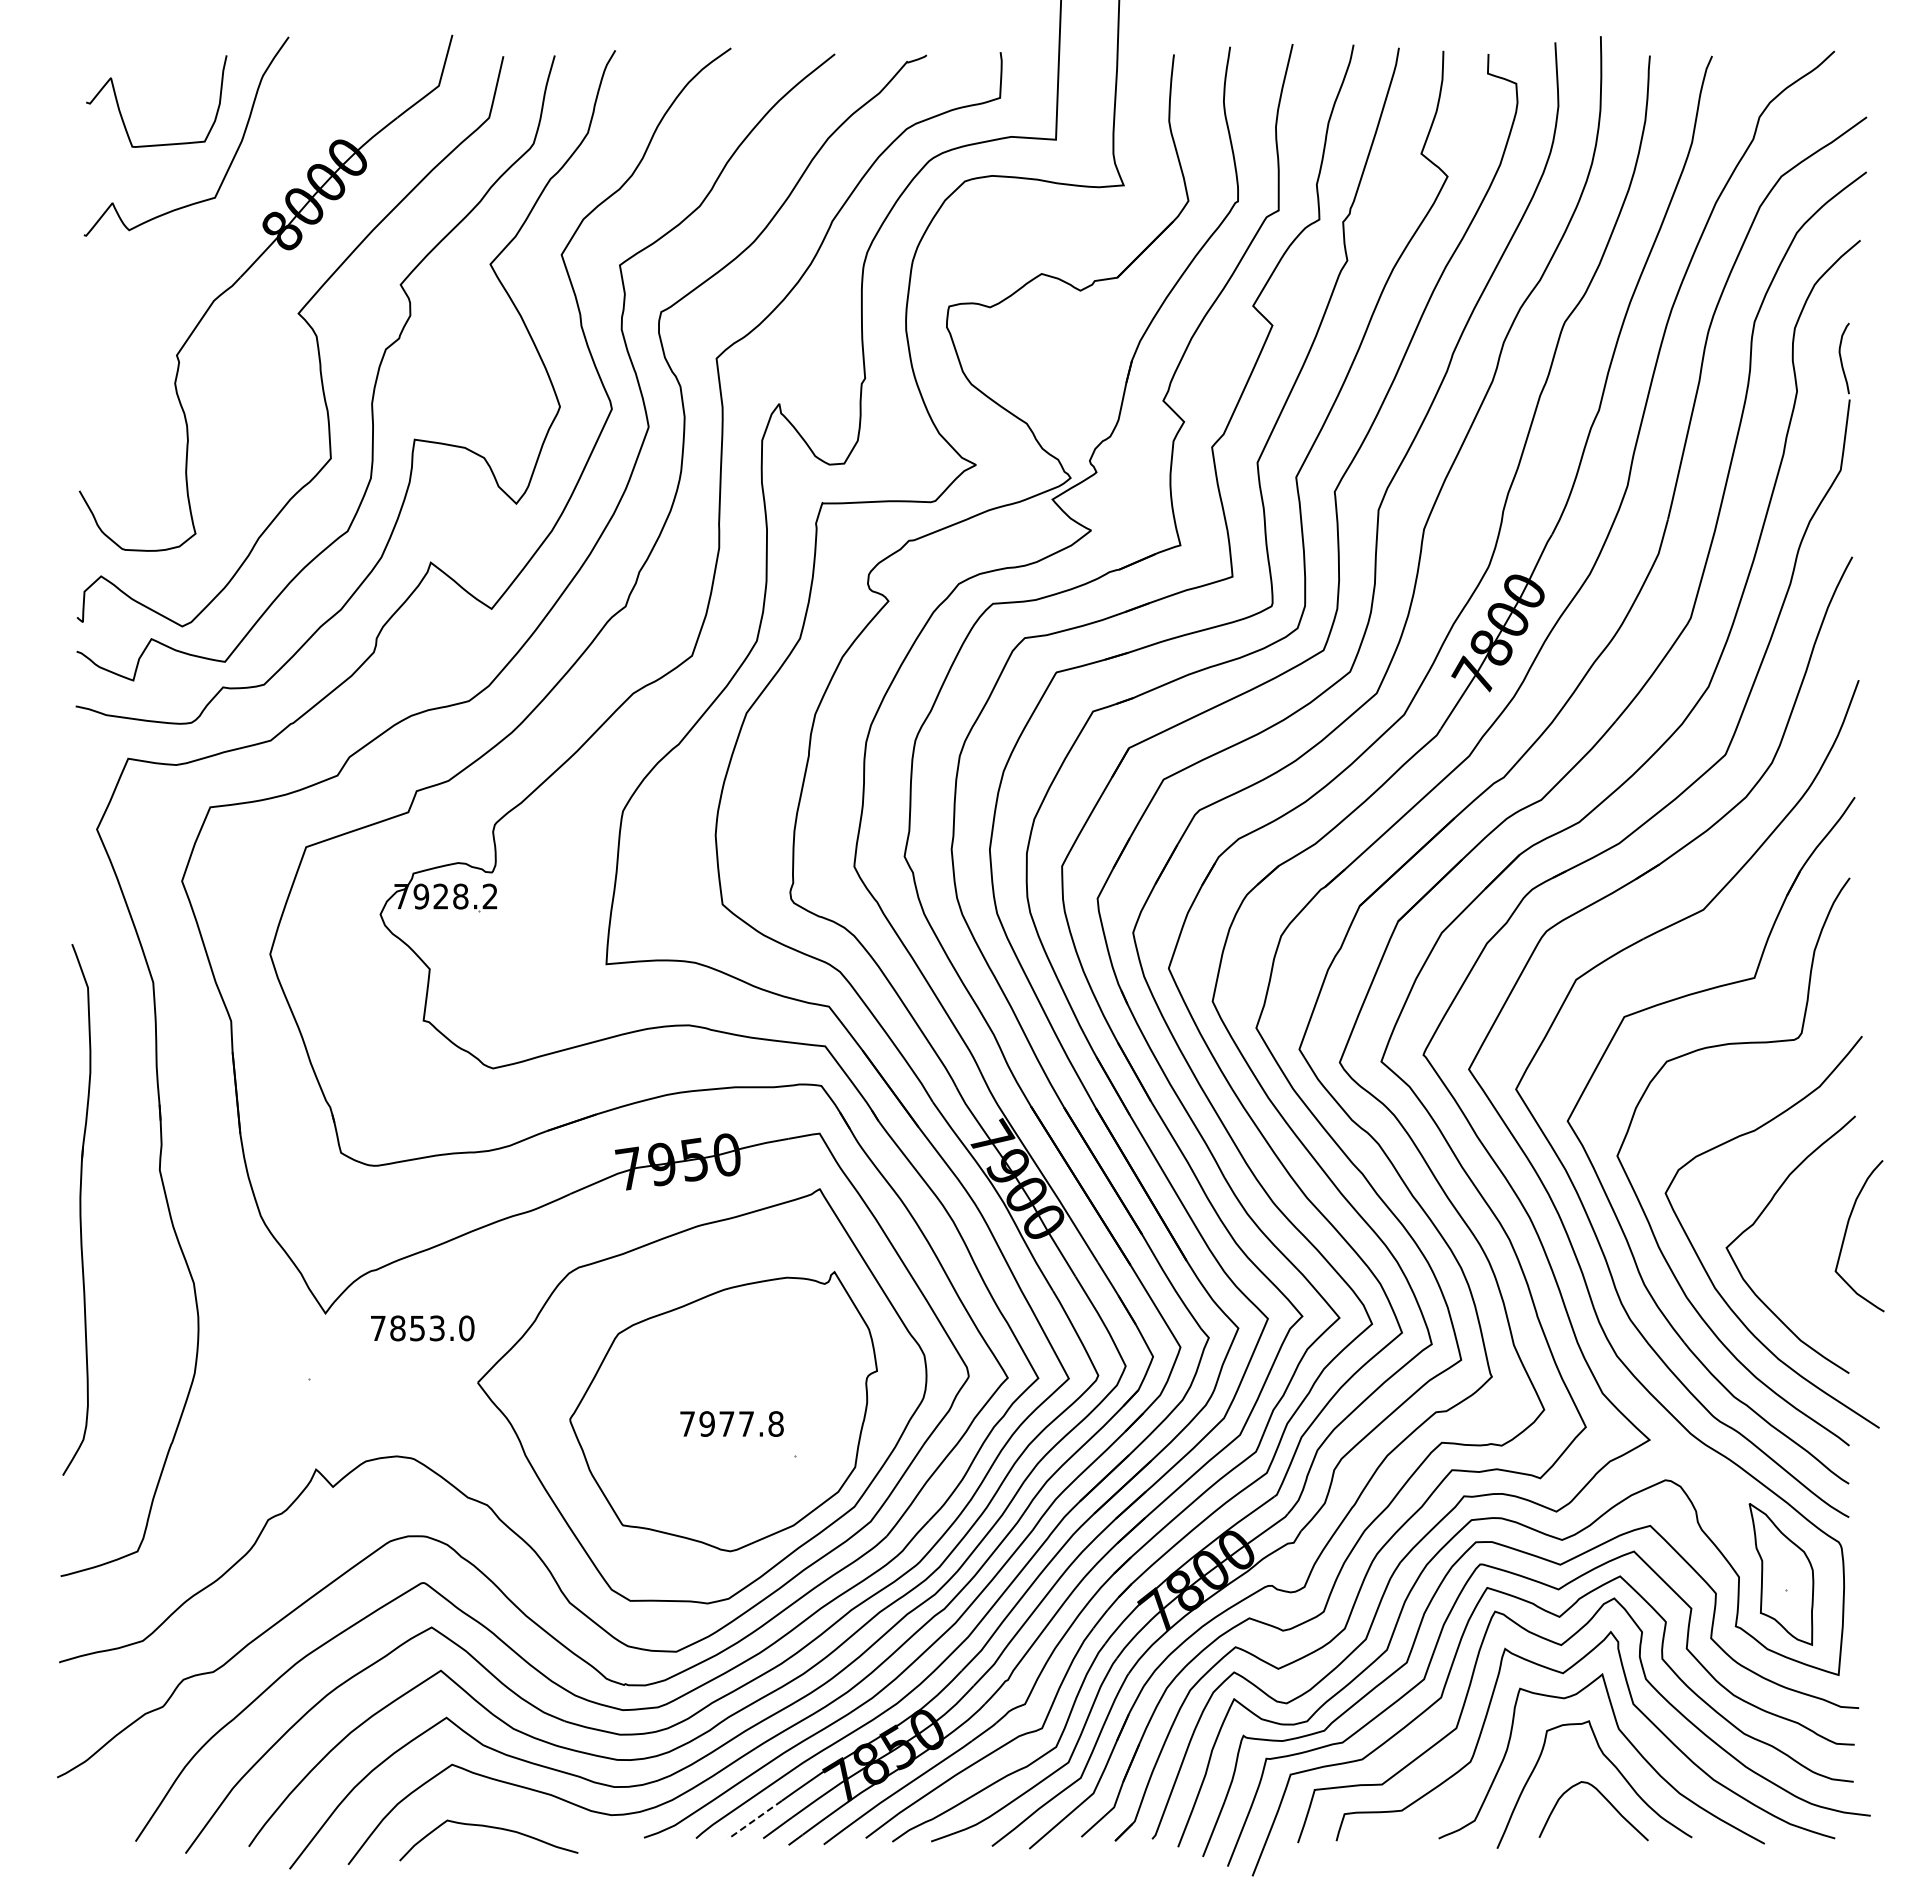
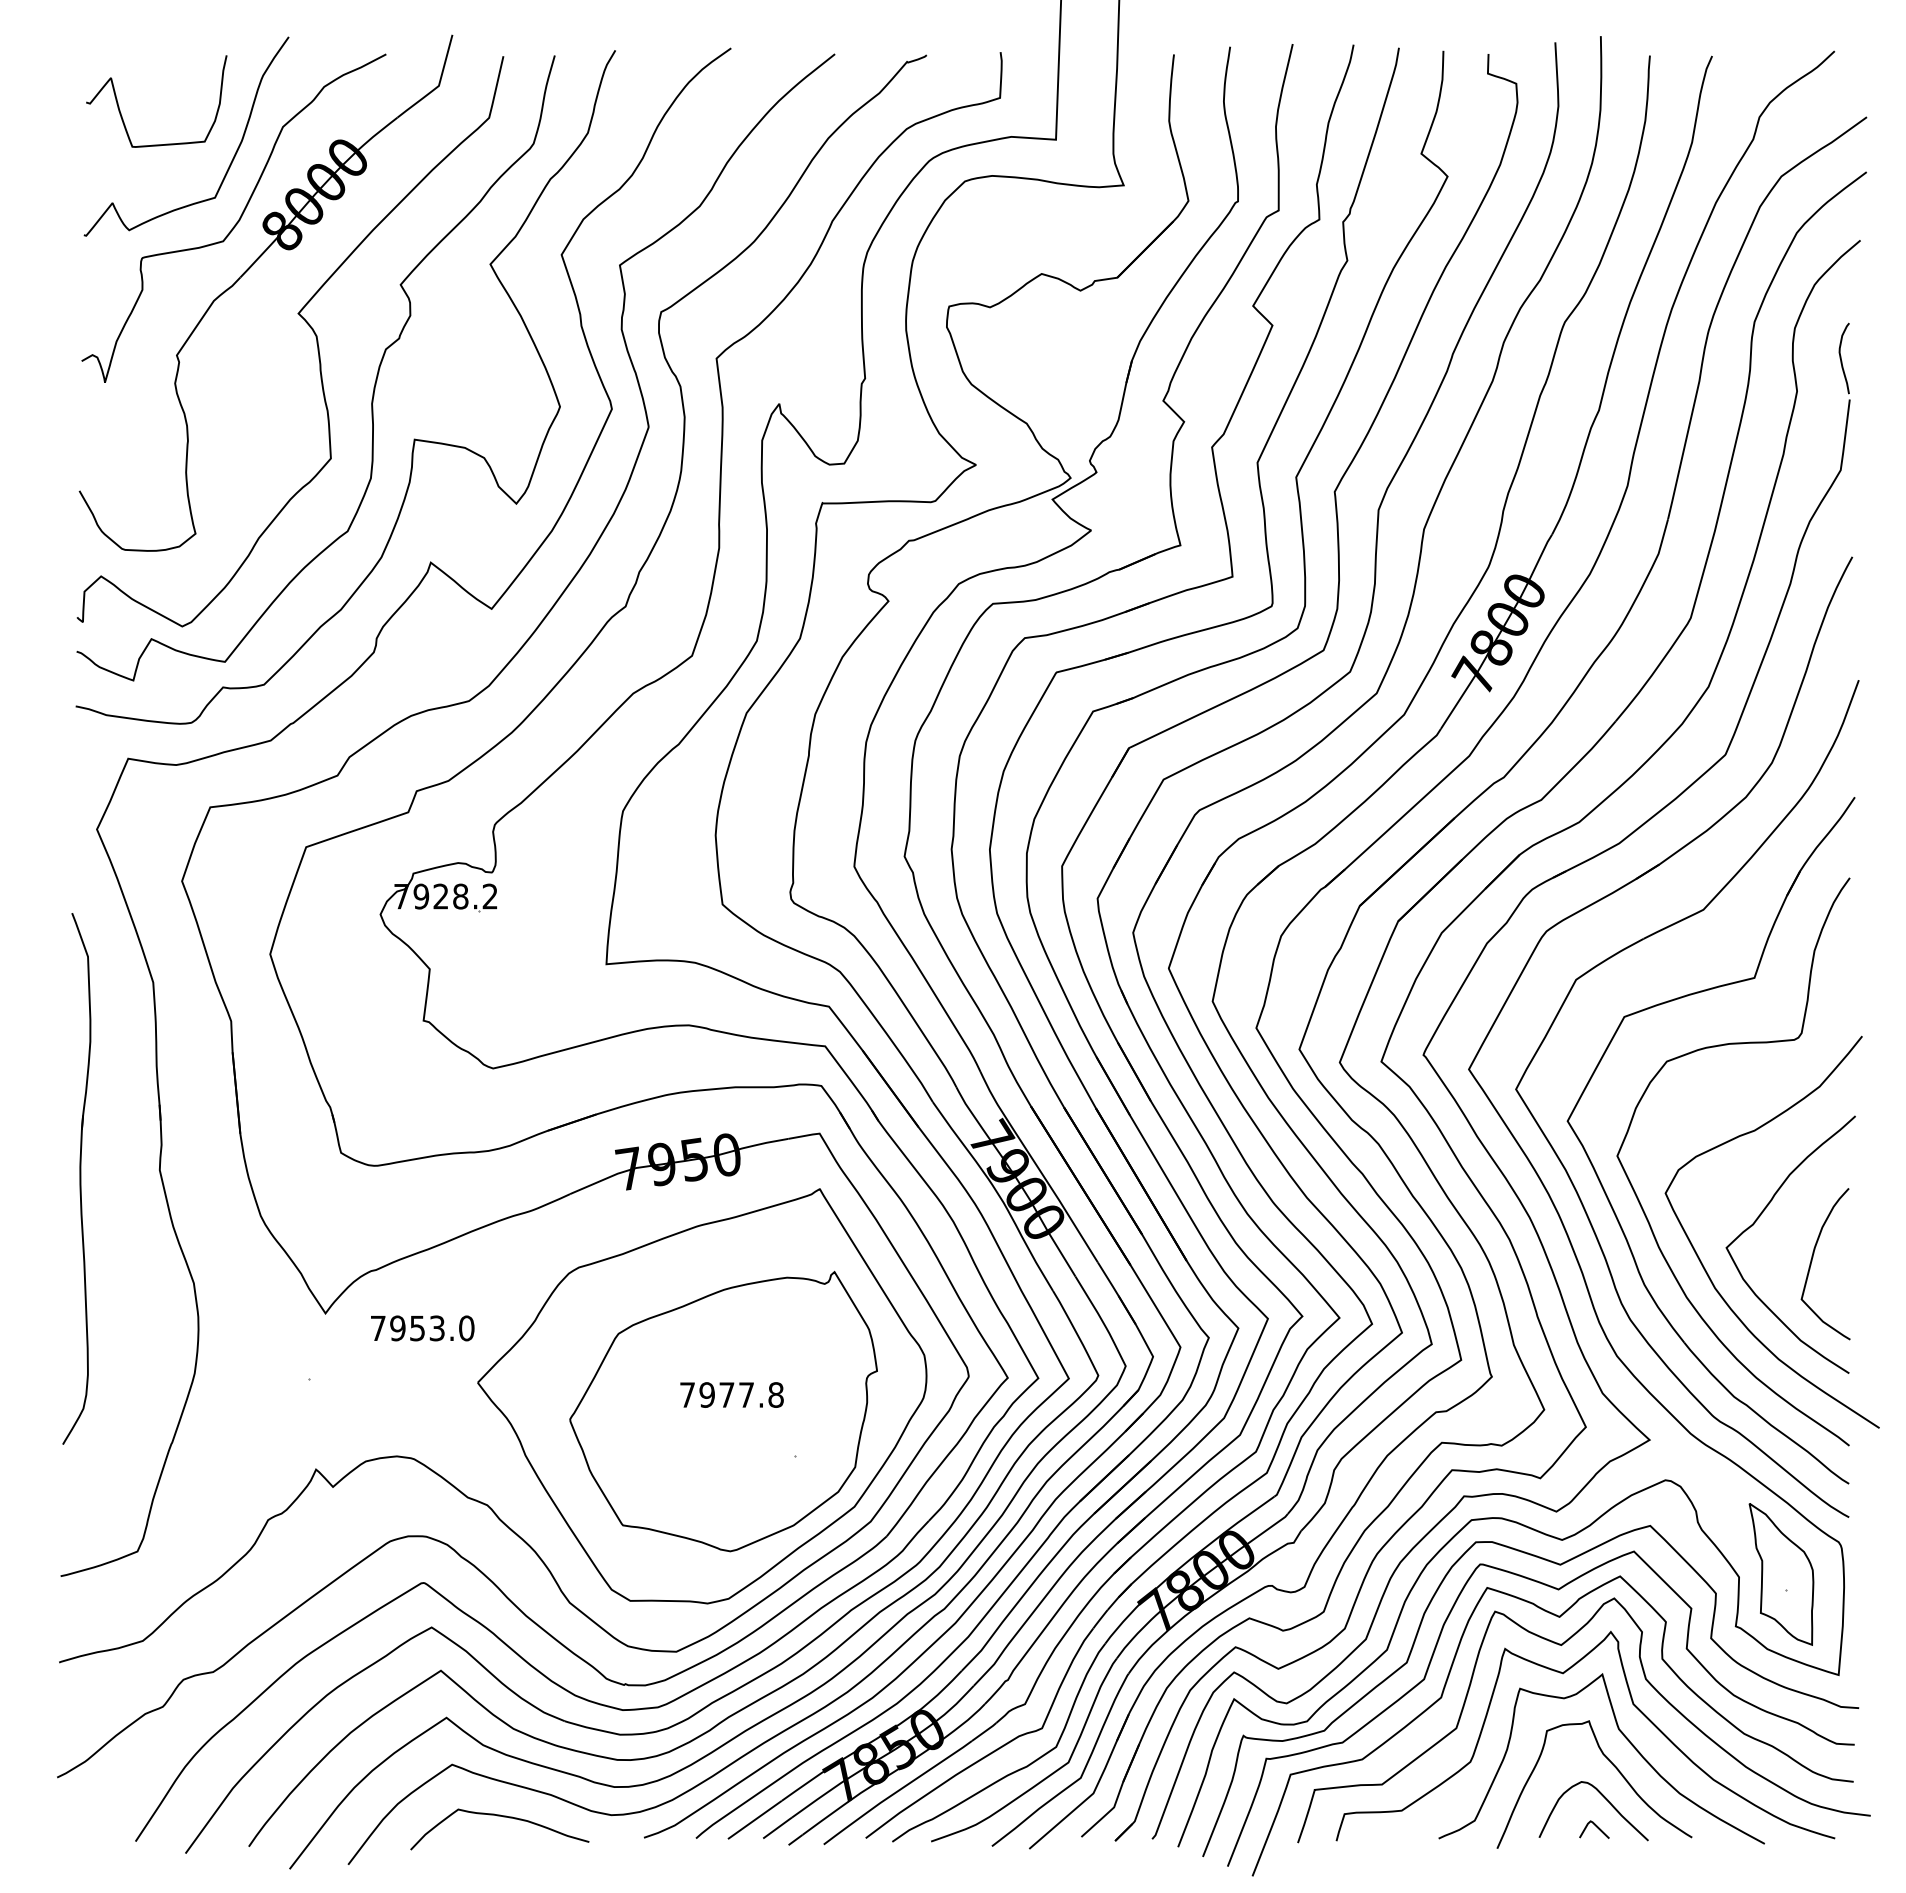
curve at (237, 220): none -> present
part at (76, 1209) position: (76, 1209) -> (76, 1178)
curve at (1846, 1233) position: (1846, 1233) -> (1812, 1261)
text at (397, 1328): 7853.0 -> 7953.0
text at (731, 1423) position: (731, 1423) -> (731, 1394)
line at (754, 1820): dashed -> solid
line at (1596, 1827): none -> present
curve at (492, 1828) position: (492, 1828) -> (503, 1817)
